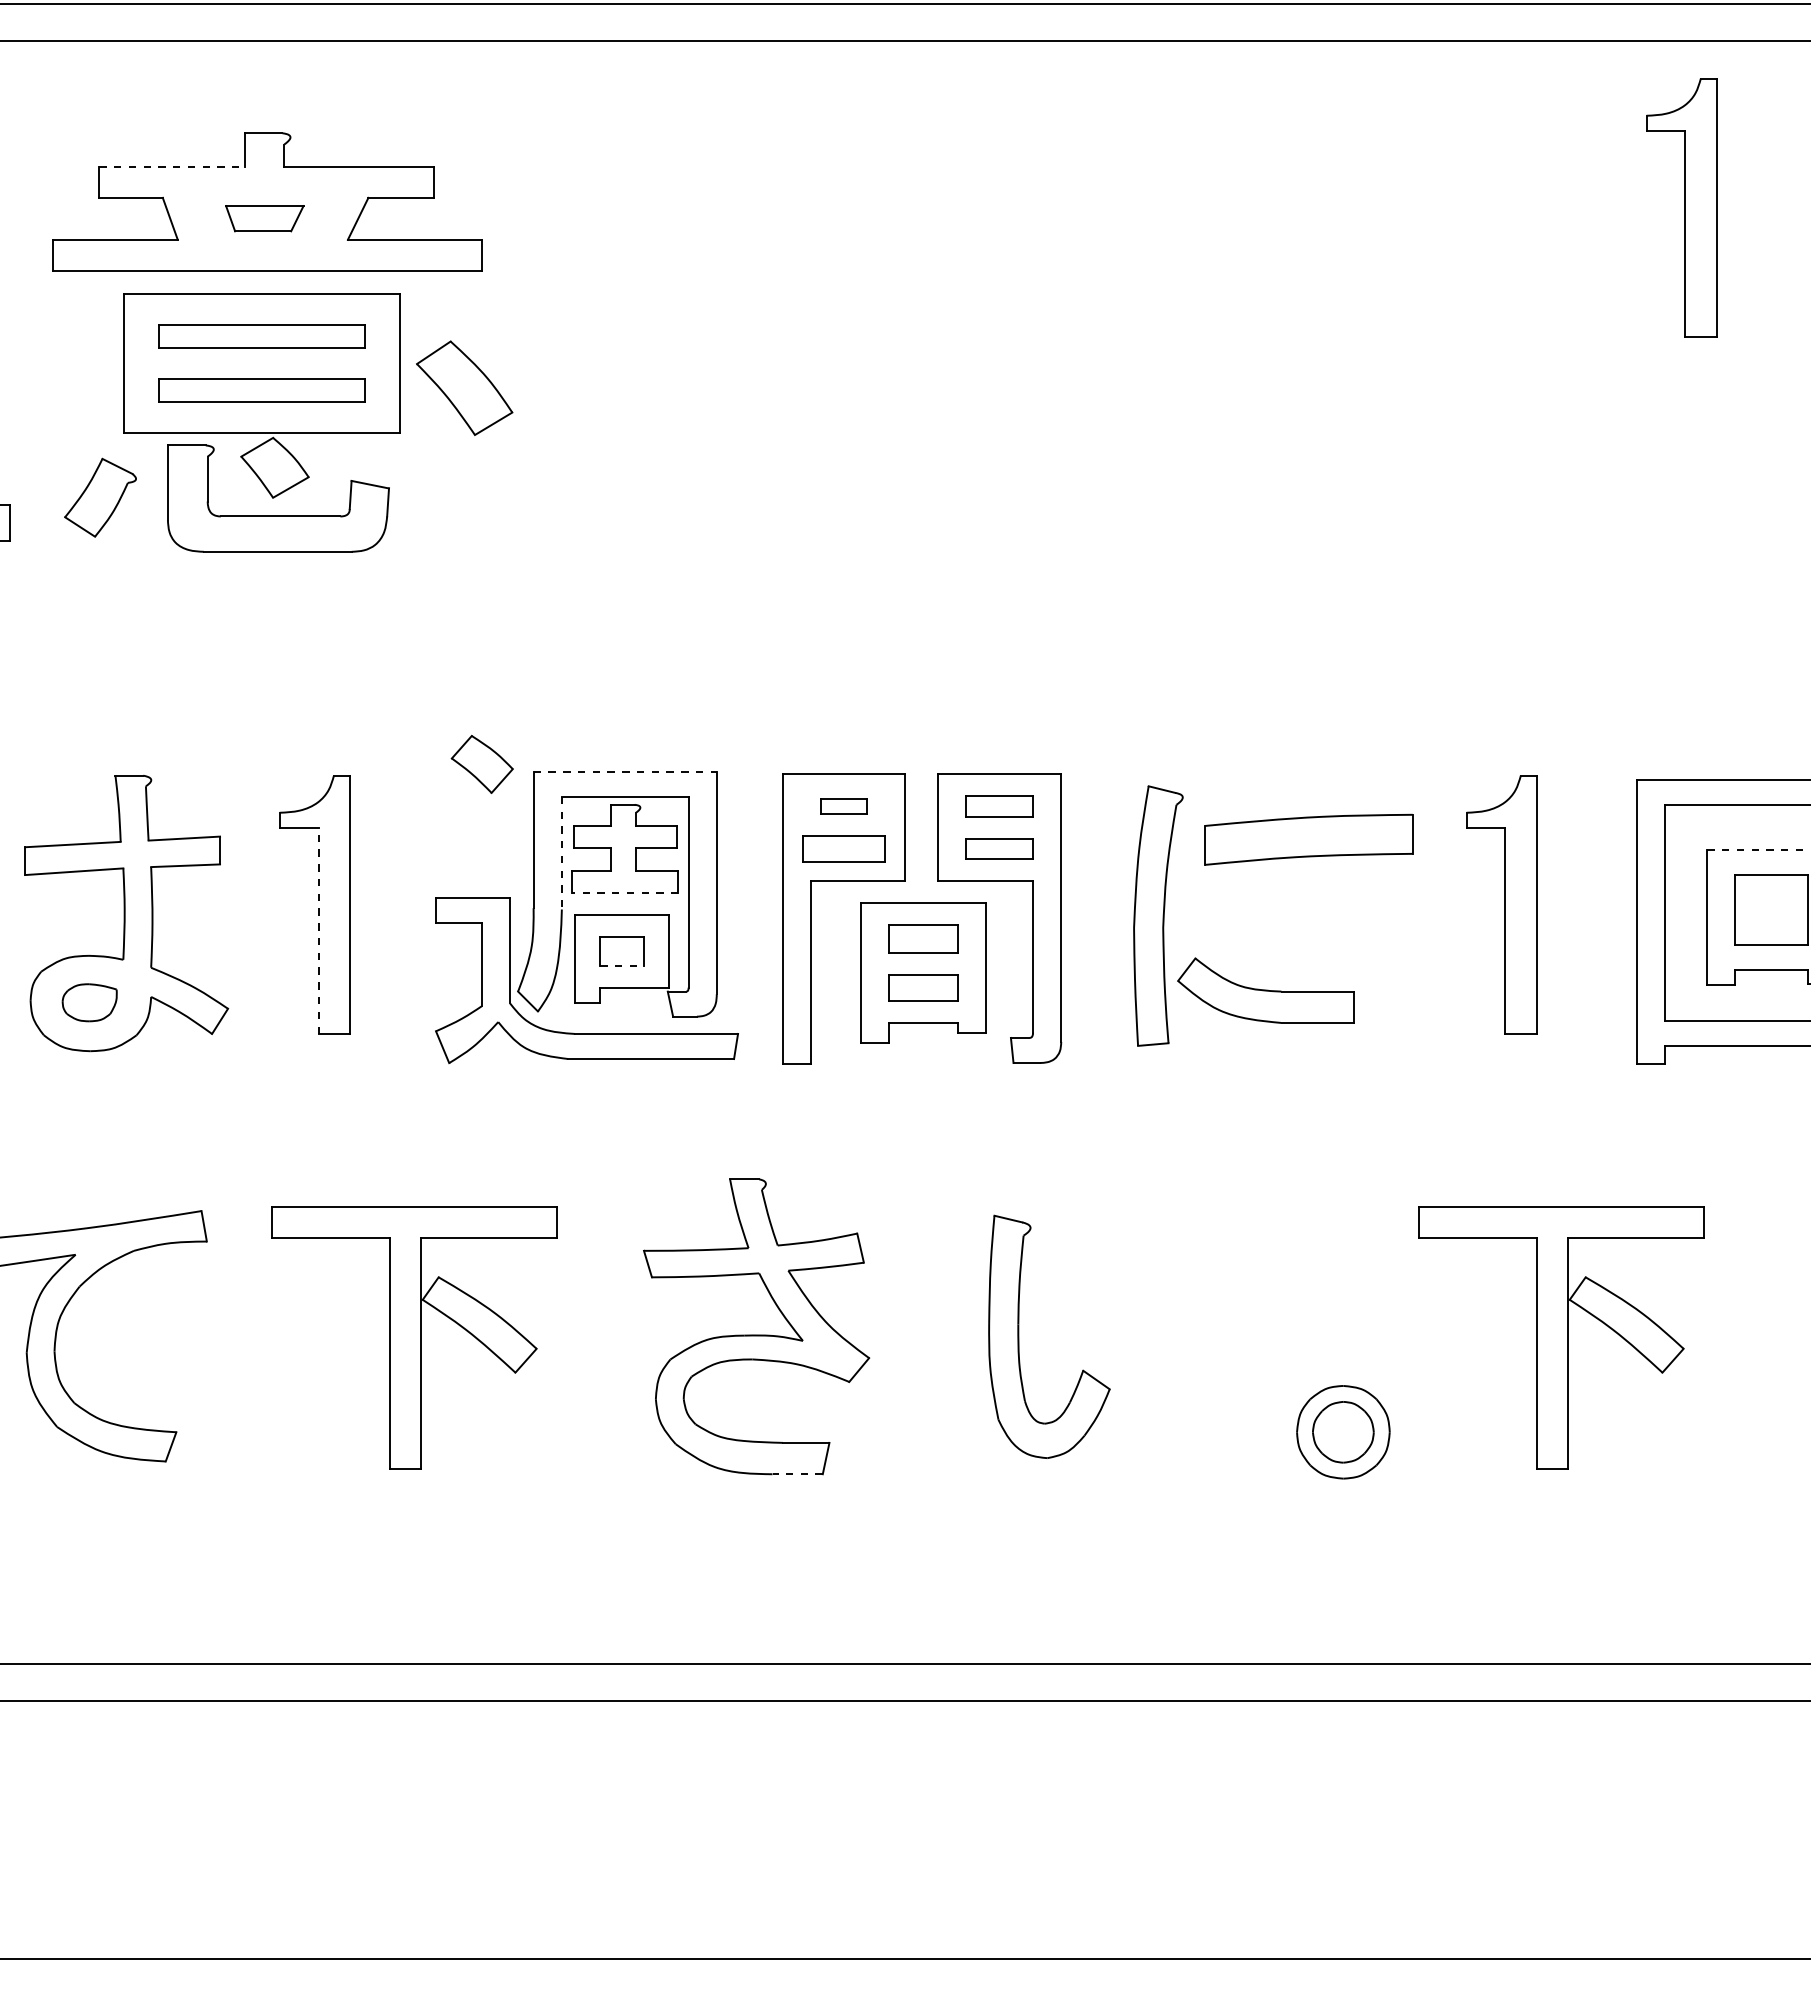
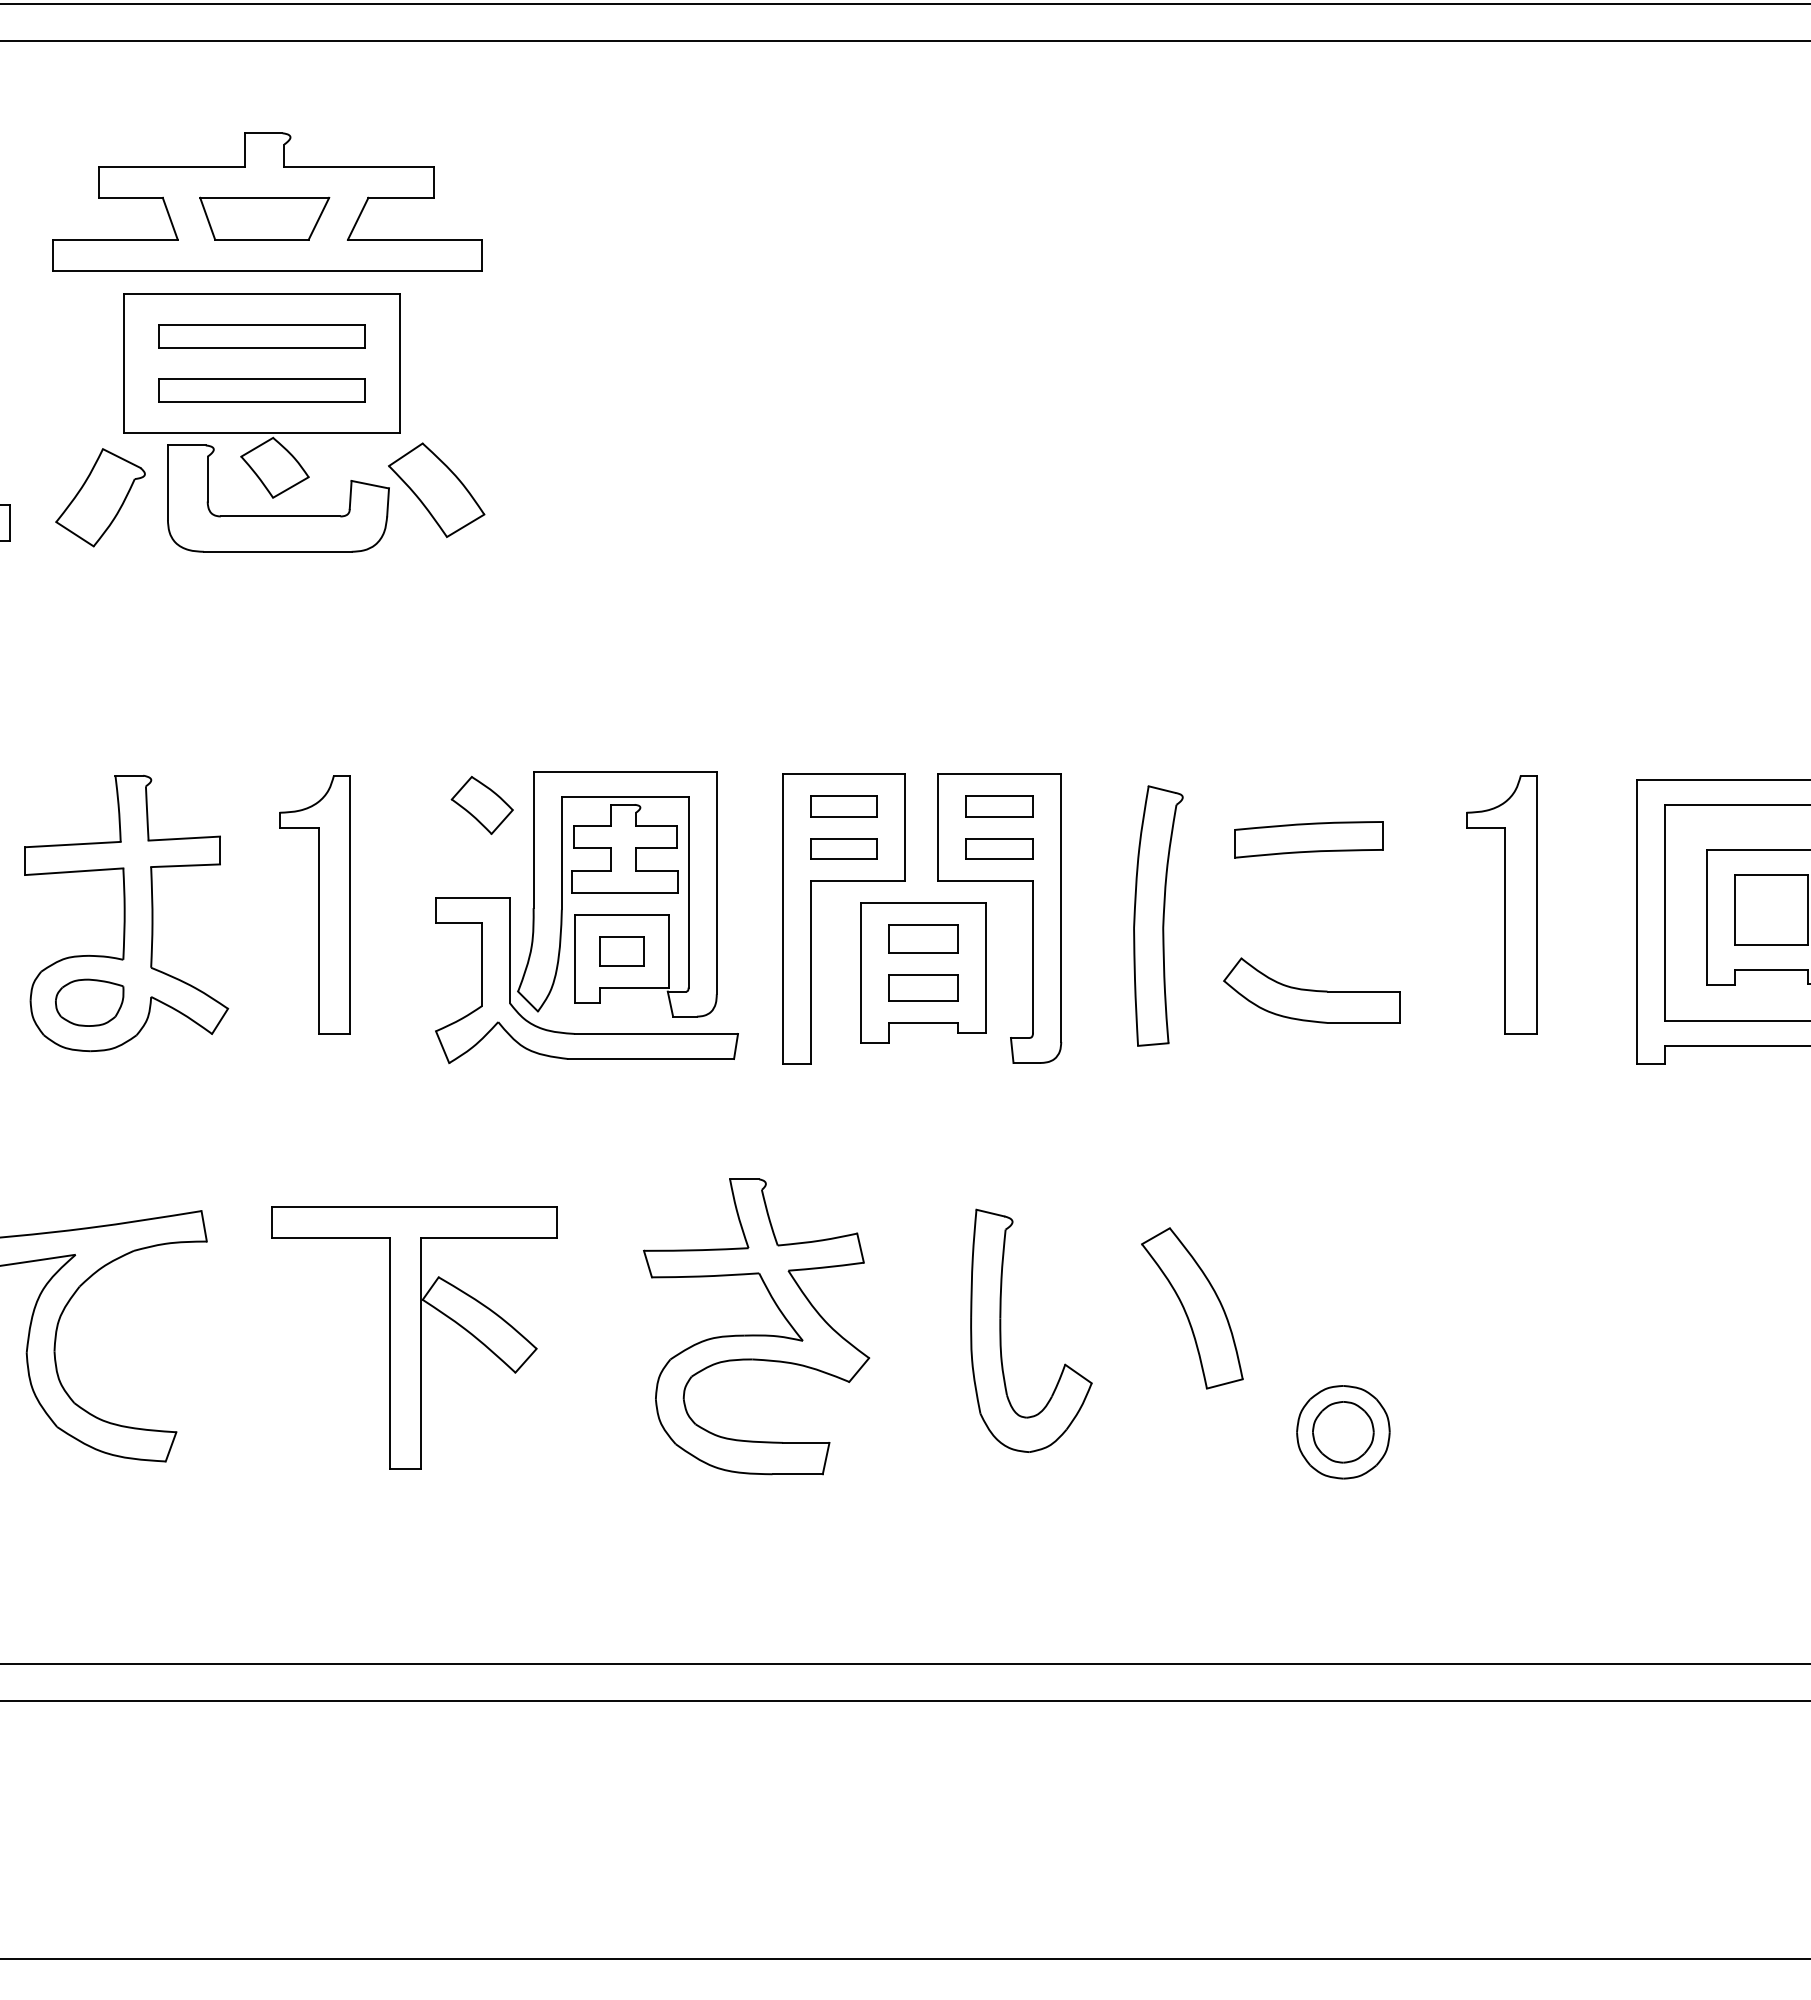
line at (171, 166): dashed -> solid
part at (1681, 207): present -> none
part at (264, 218) size: 80x28 px -> 132x45 px
part at (464, 387) position: (464, 387) -> (436, 489)
part at (100, 497) size: 73x81 px -> 91x100 px
part at (481, 763) position: (481, 763) -> (481, 804)
line at (625, 771): dashed -> solid
part at (843, 806) size: 48x17 px -> 68x23 px
part at (1308, 839) size: 210x53 px -> 150x38 px
part at (843, 848) size: 84x28 px -> 68x22 px
line at (1759, 849): dashed -> solid
line at (561, 853): dashed -> solid
line at (624, 892): dashed -> solid
line at (318, 931): dashed -> solid
line at (622, 966): dashed -> solid
part at (1265, 990) position: (1265, 990) -> (1311, 990)
part at (89, 1002) size: 57x40 px -> 70x49 px
part at (1192, 1308): none -> present
part at (1019, 1336) position: (1019, 1336) -> (1001, 1330)
part at (1561, 1337): present -> none
line at (797, 1474): dashed -> solid
